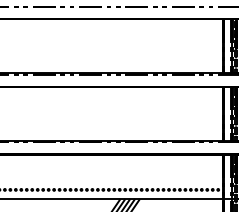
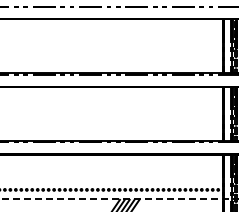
line at (119, 199): solid -> dashed
